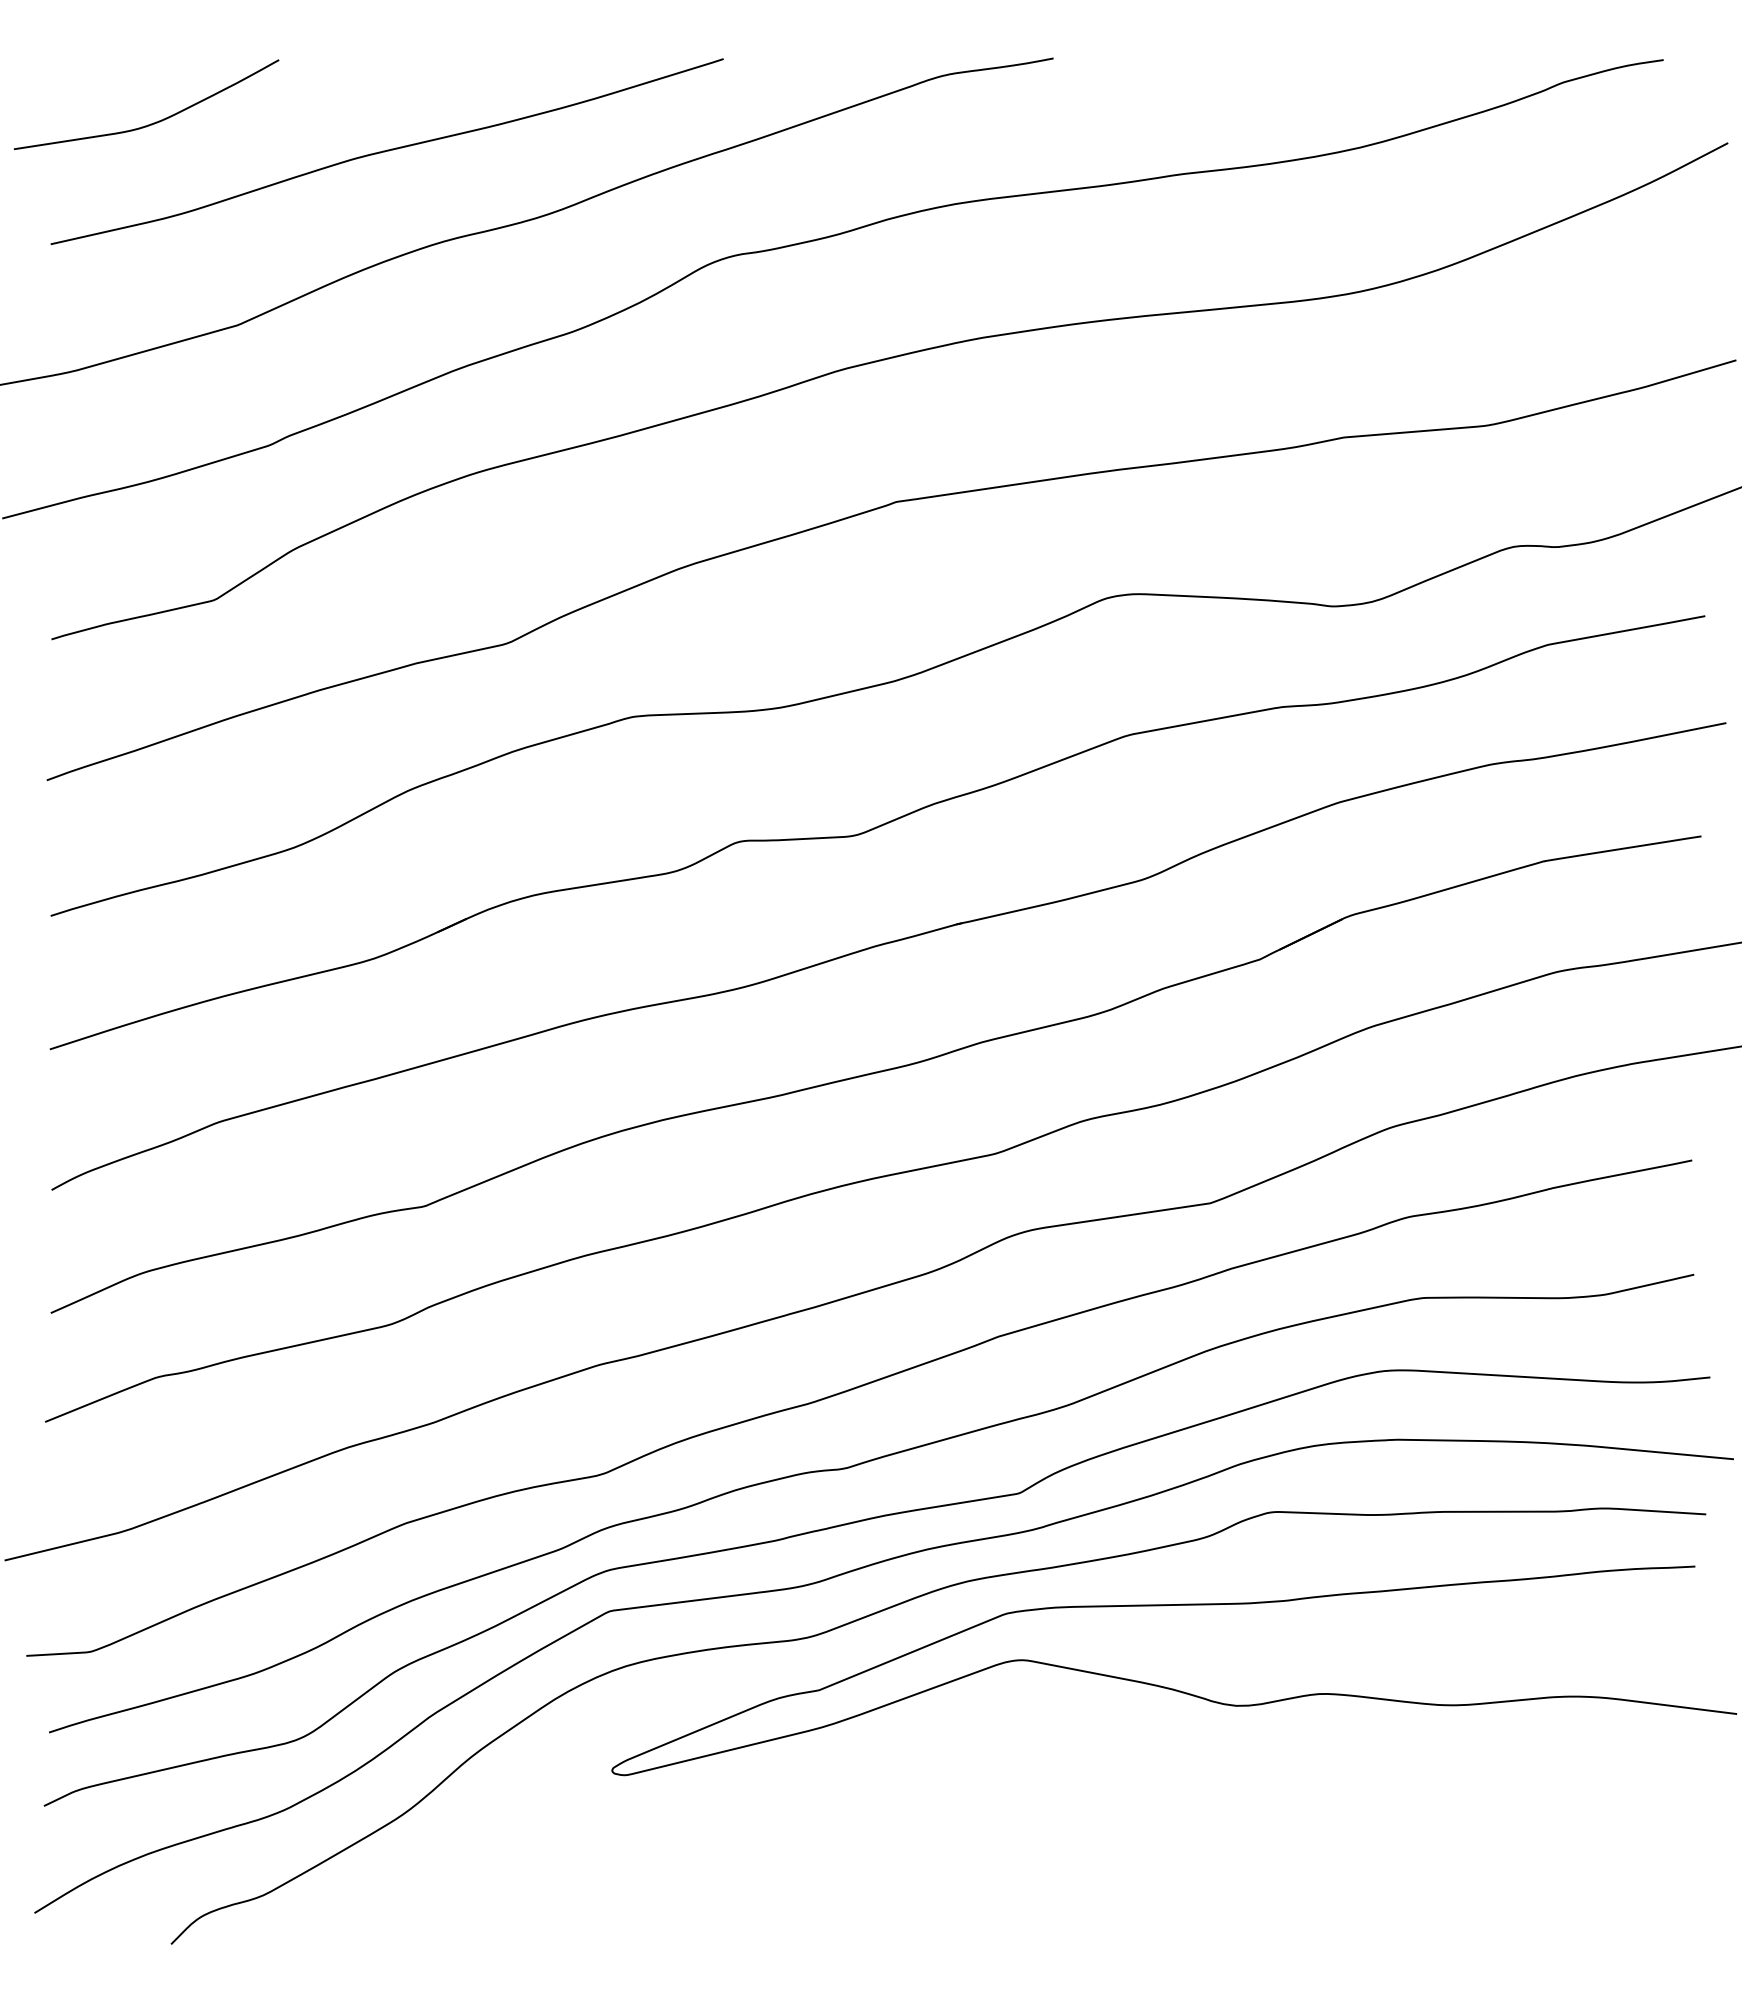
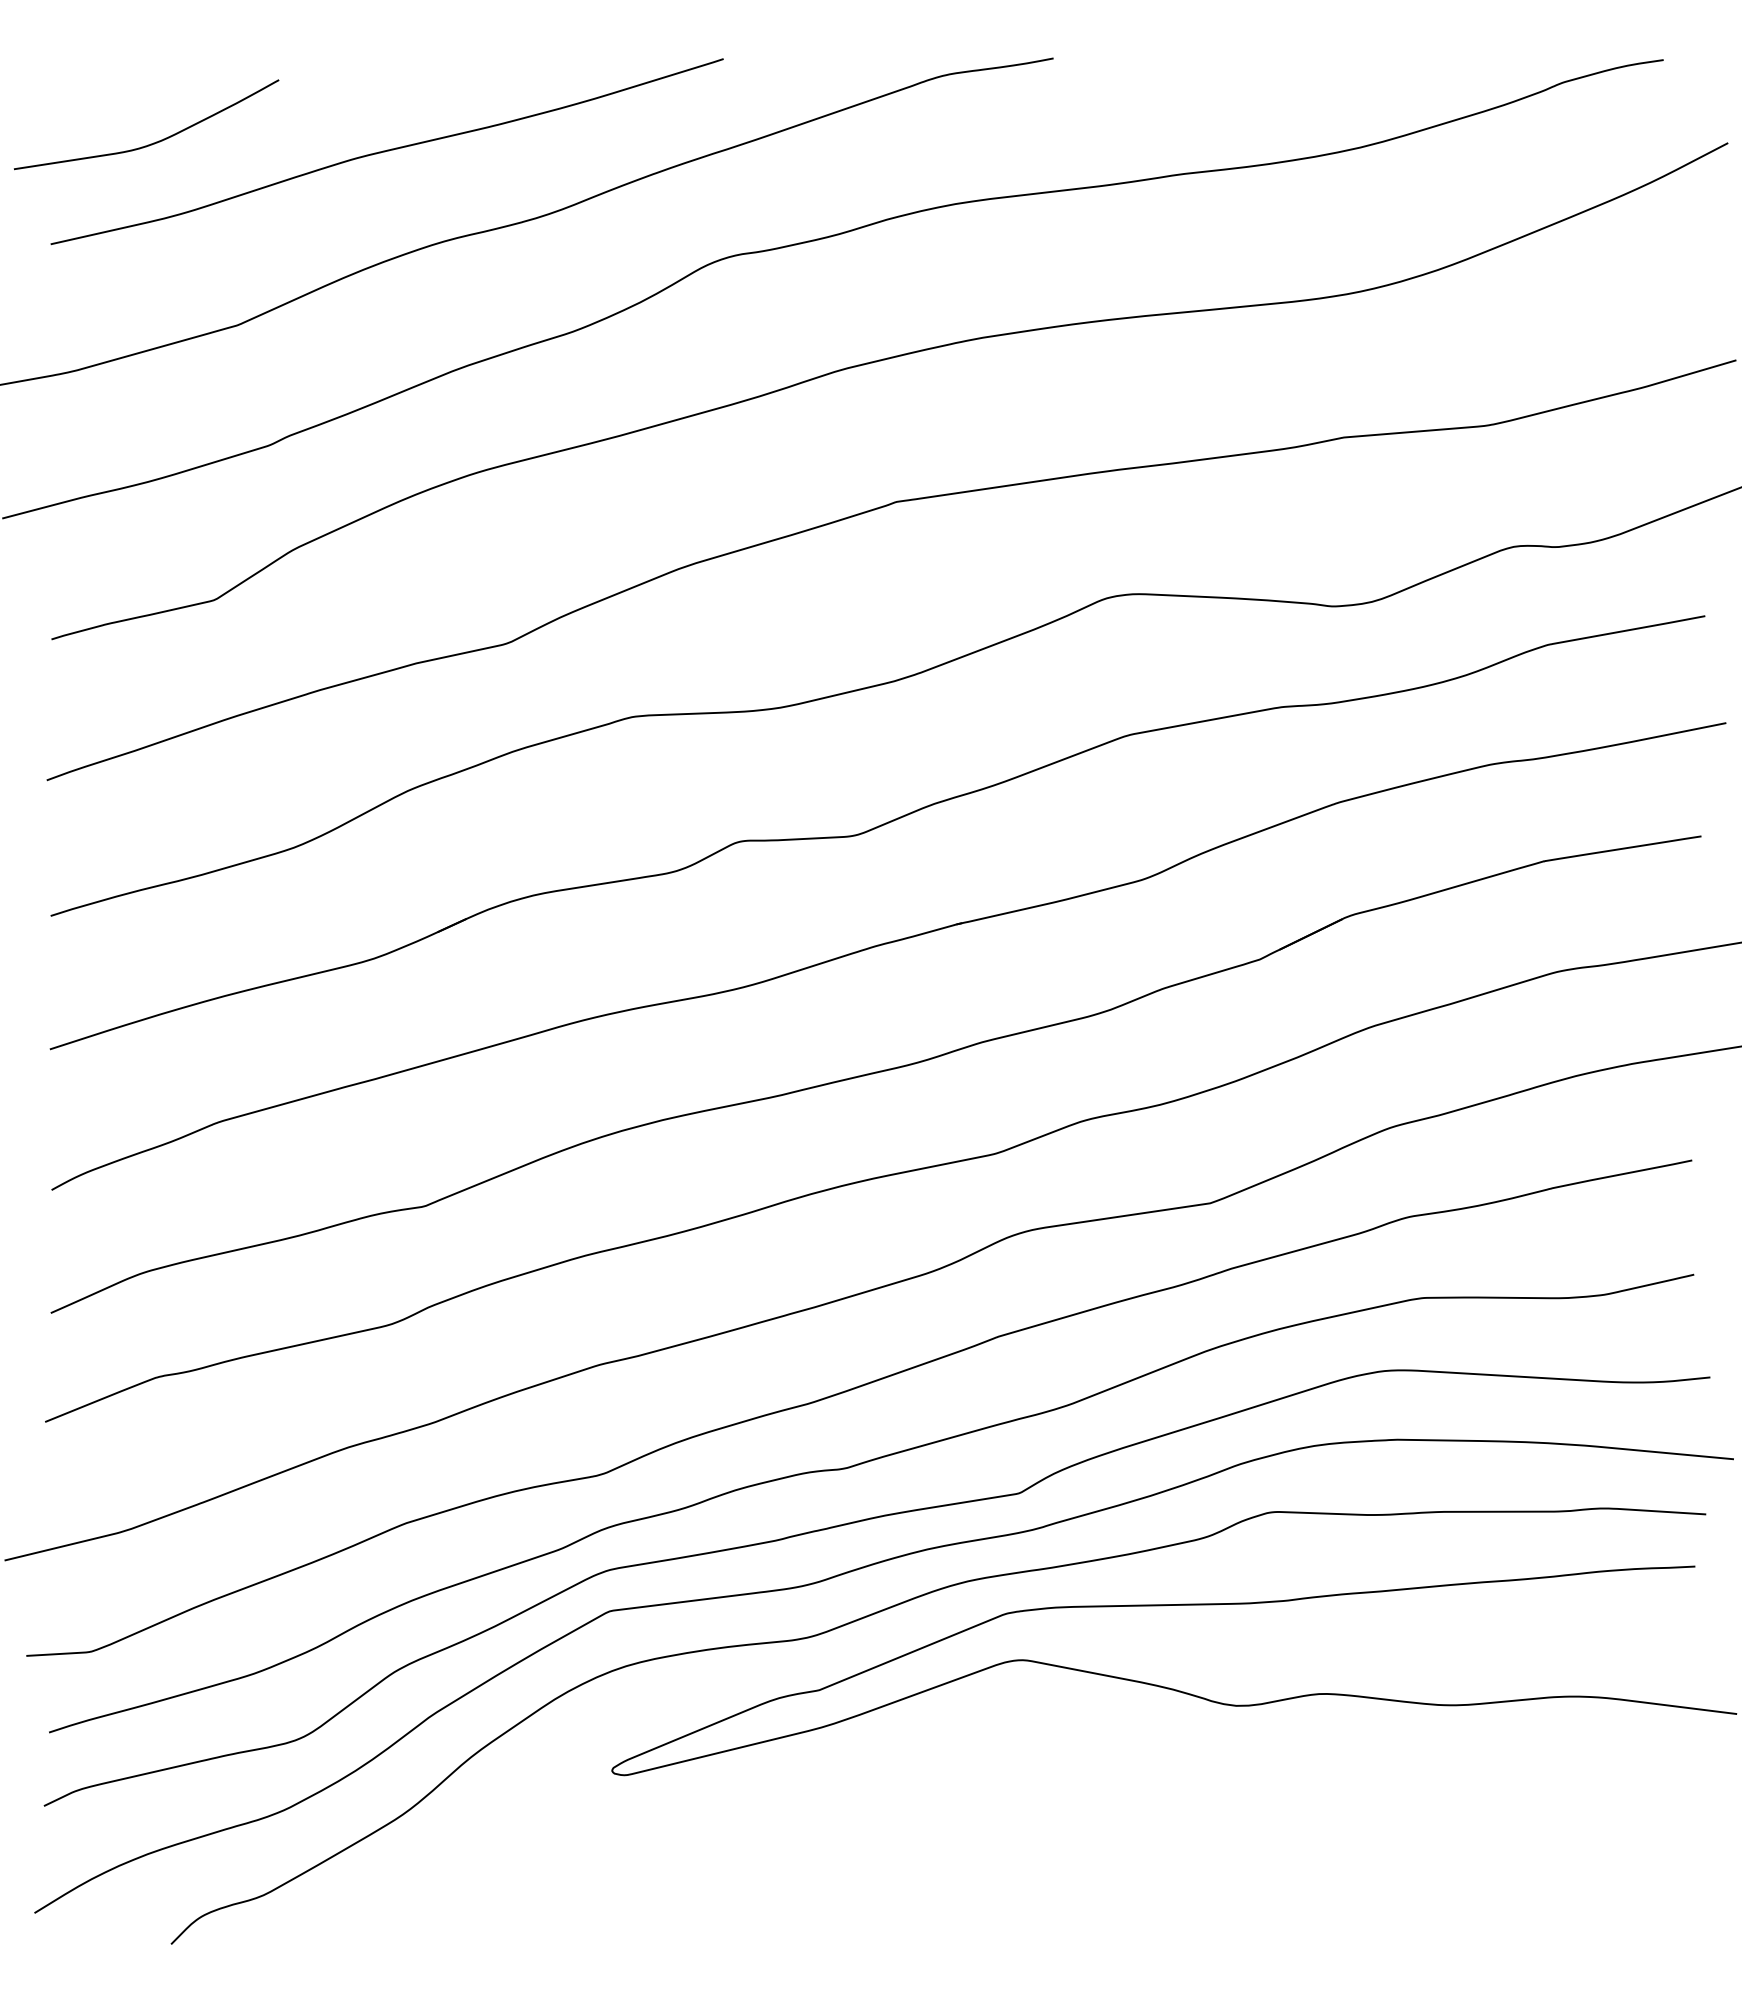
curve at (153, 122) position: (153, 122) -> (153, 142)
